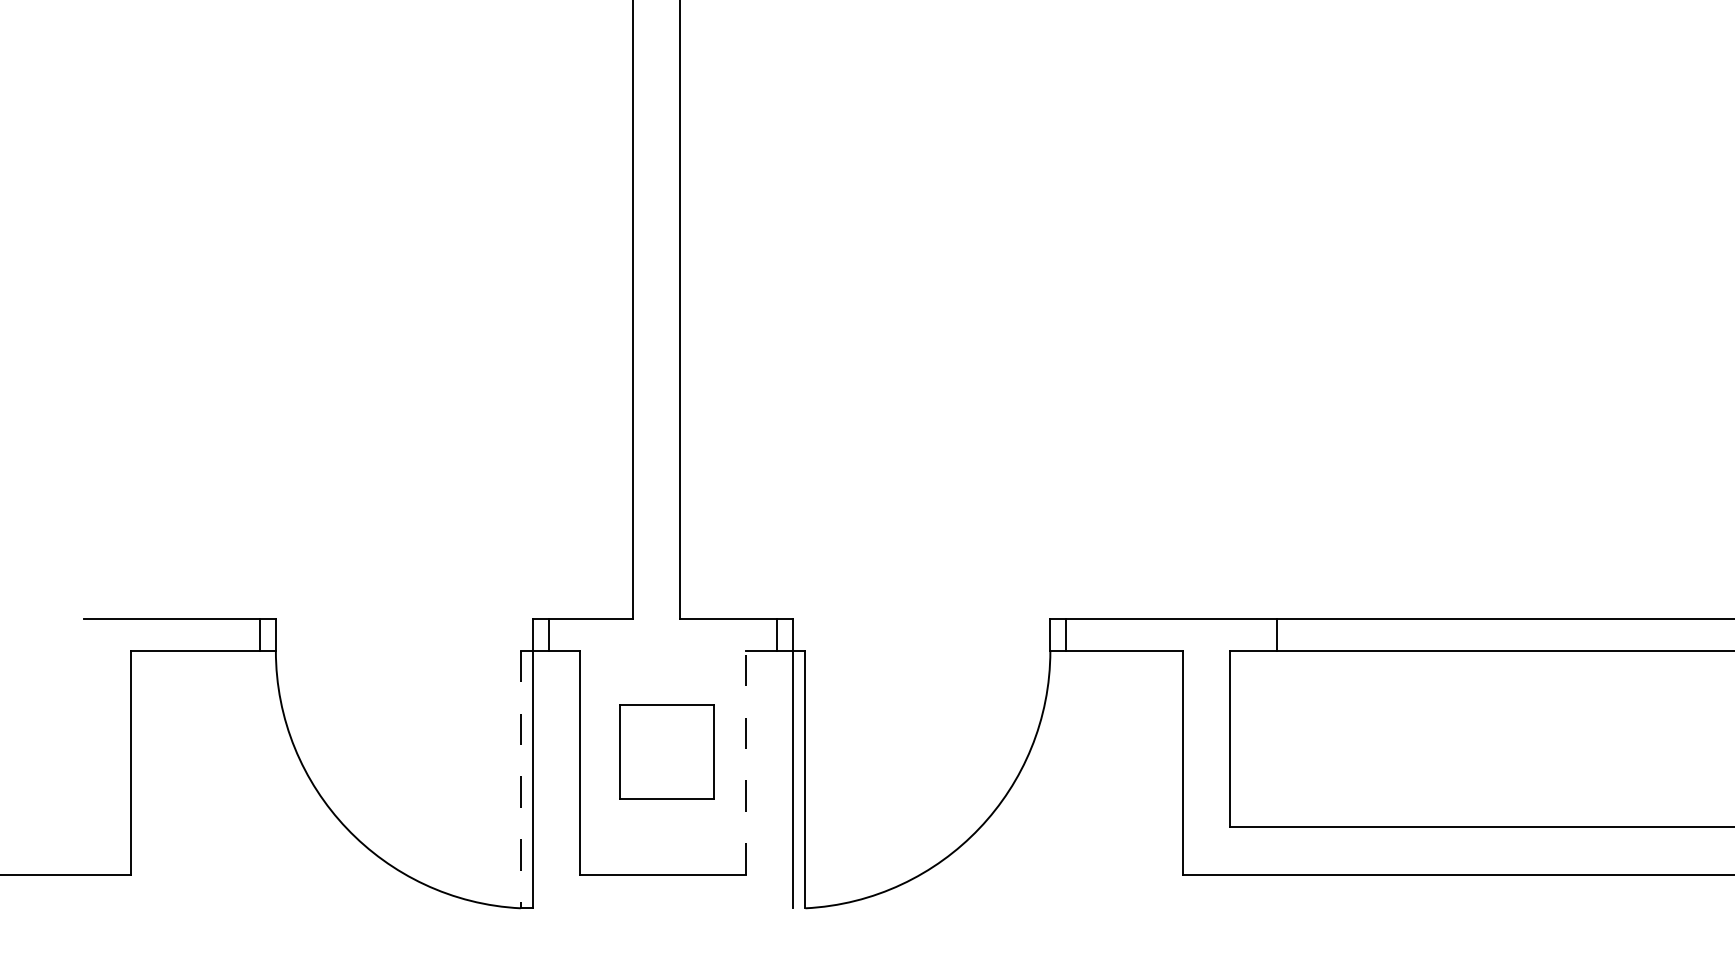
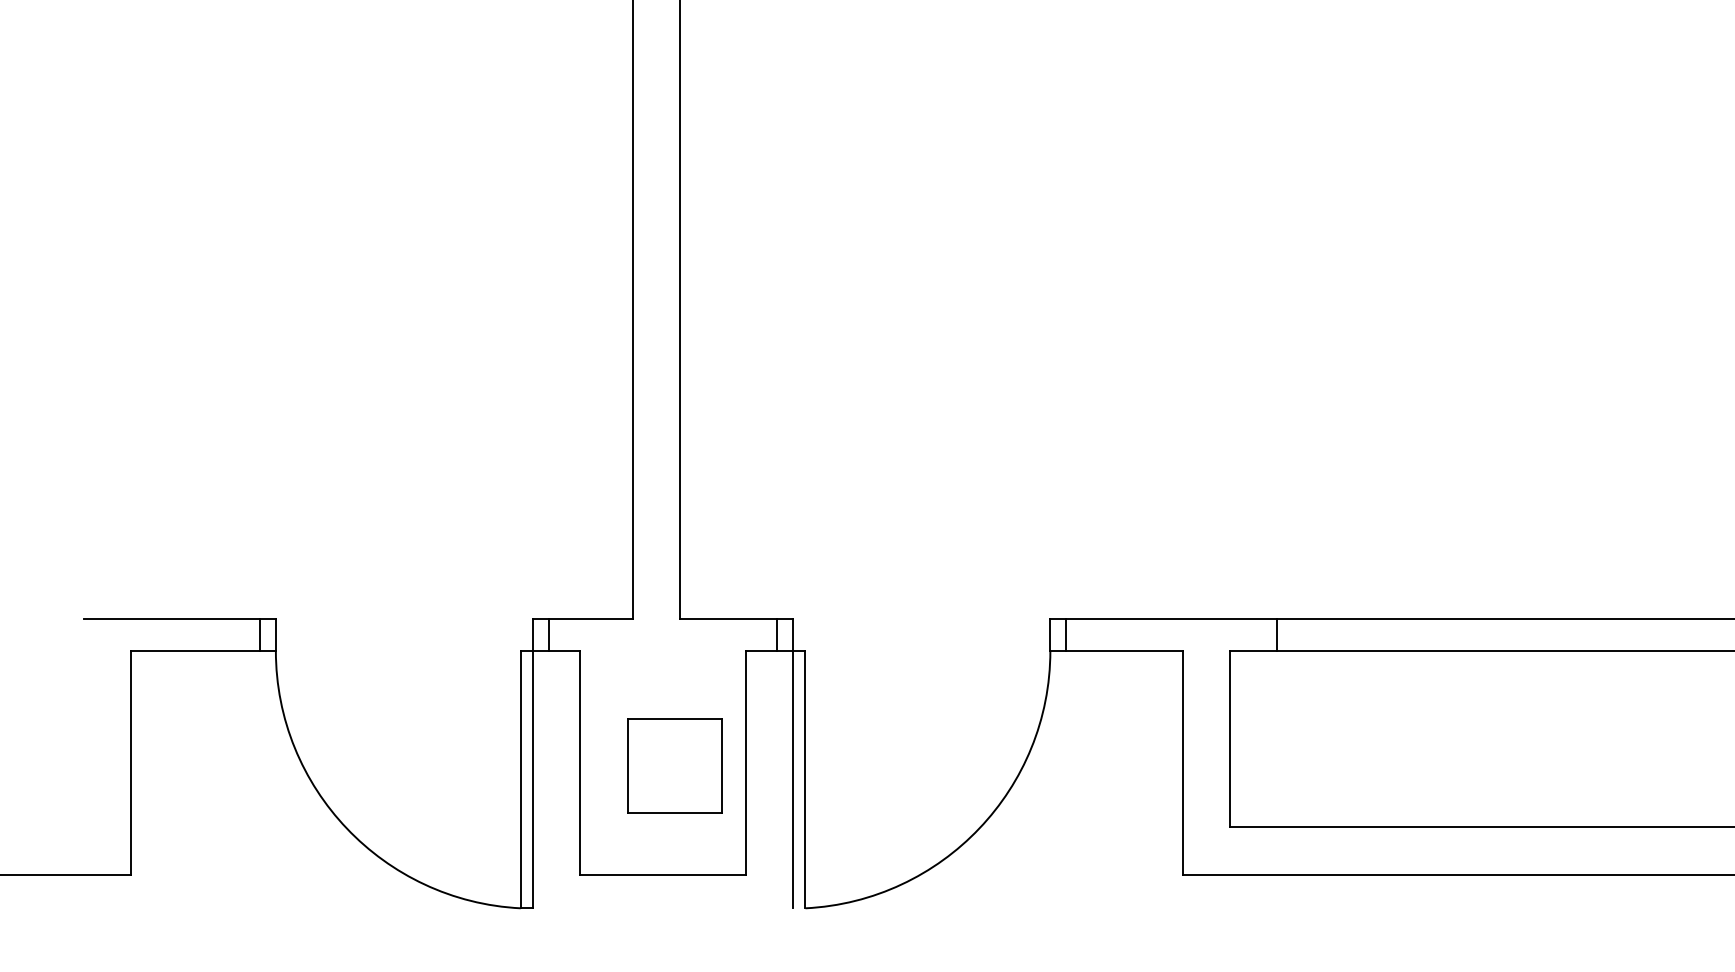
part at (666, 751) position: (666, 751) -> (674, 765)
line at (745, 762): dashed -> solid
line at (520, 779): dashed -> solid
